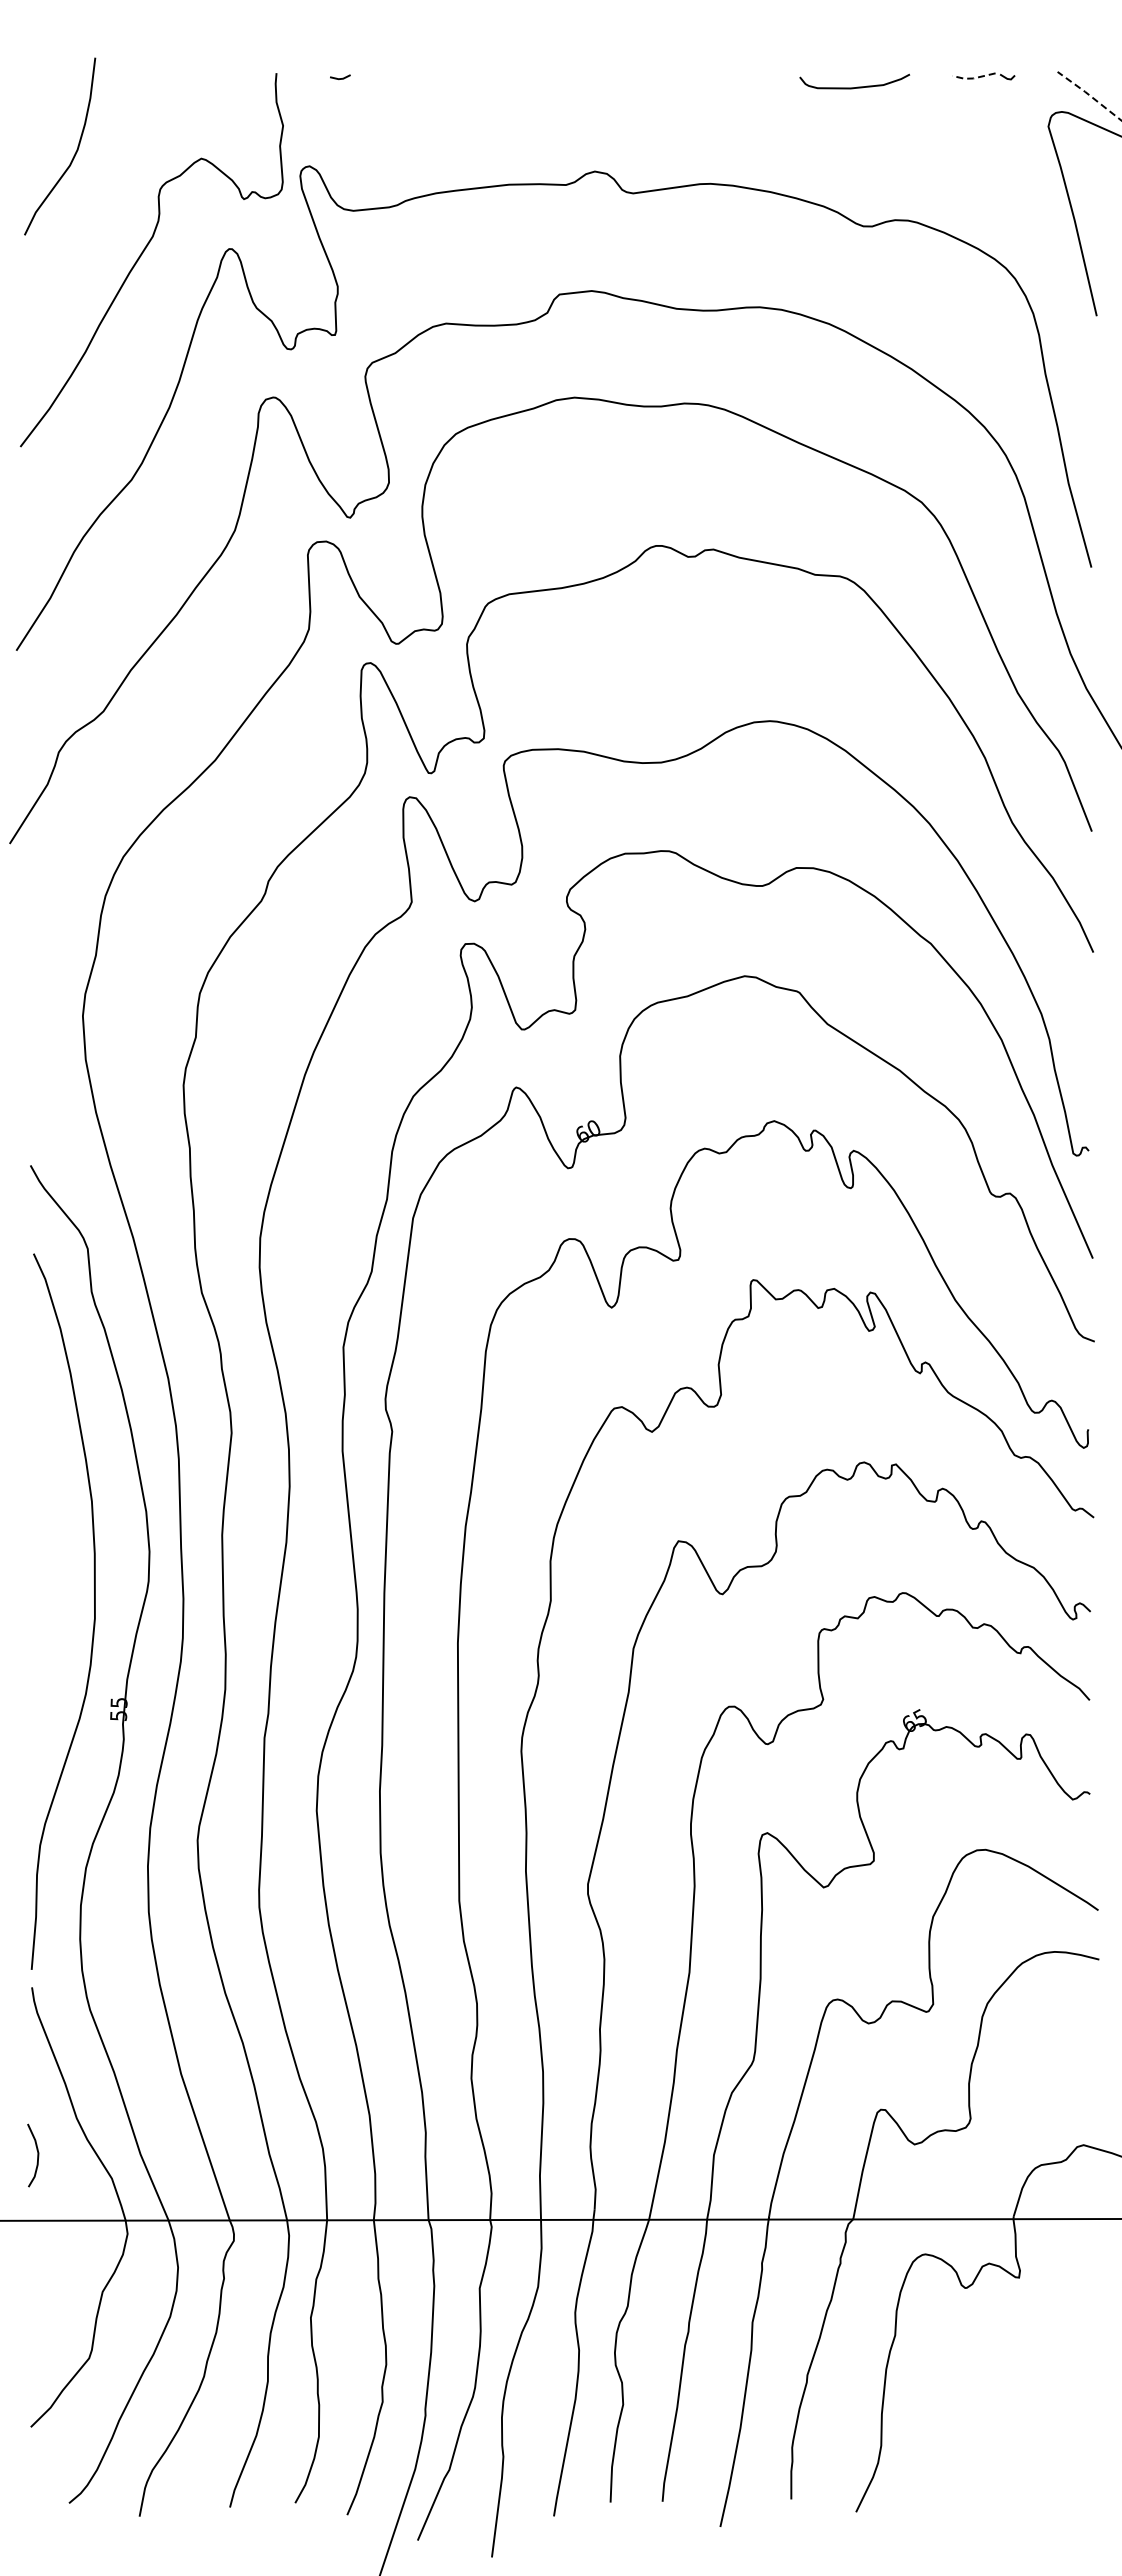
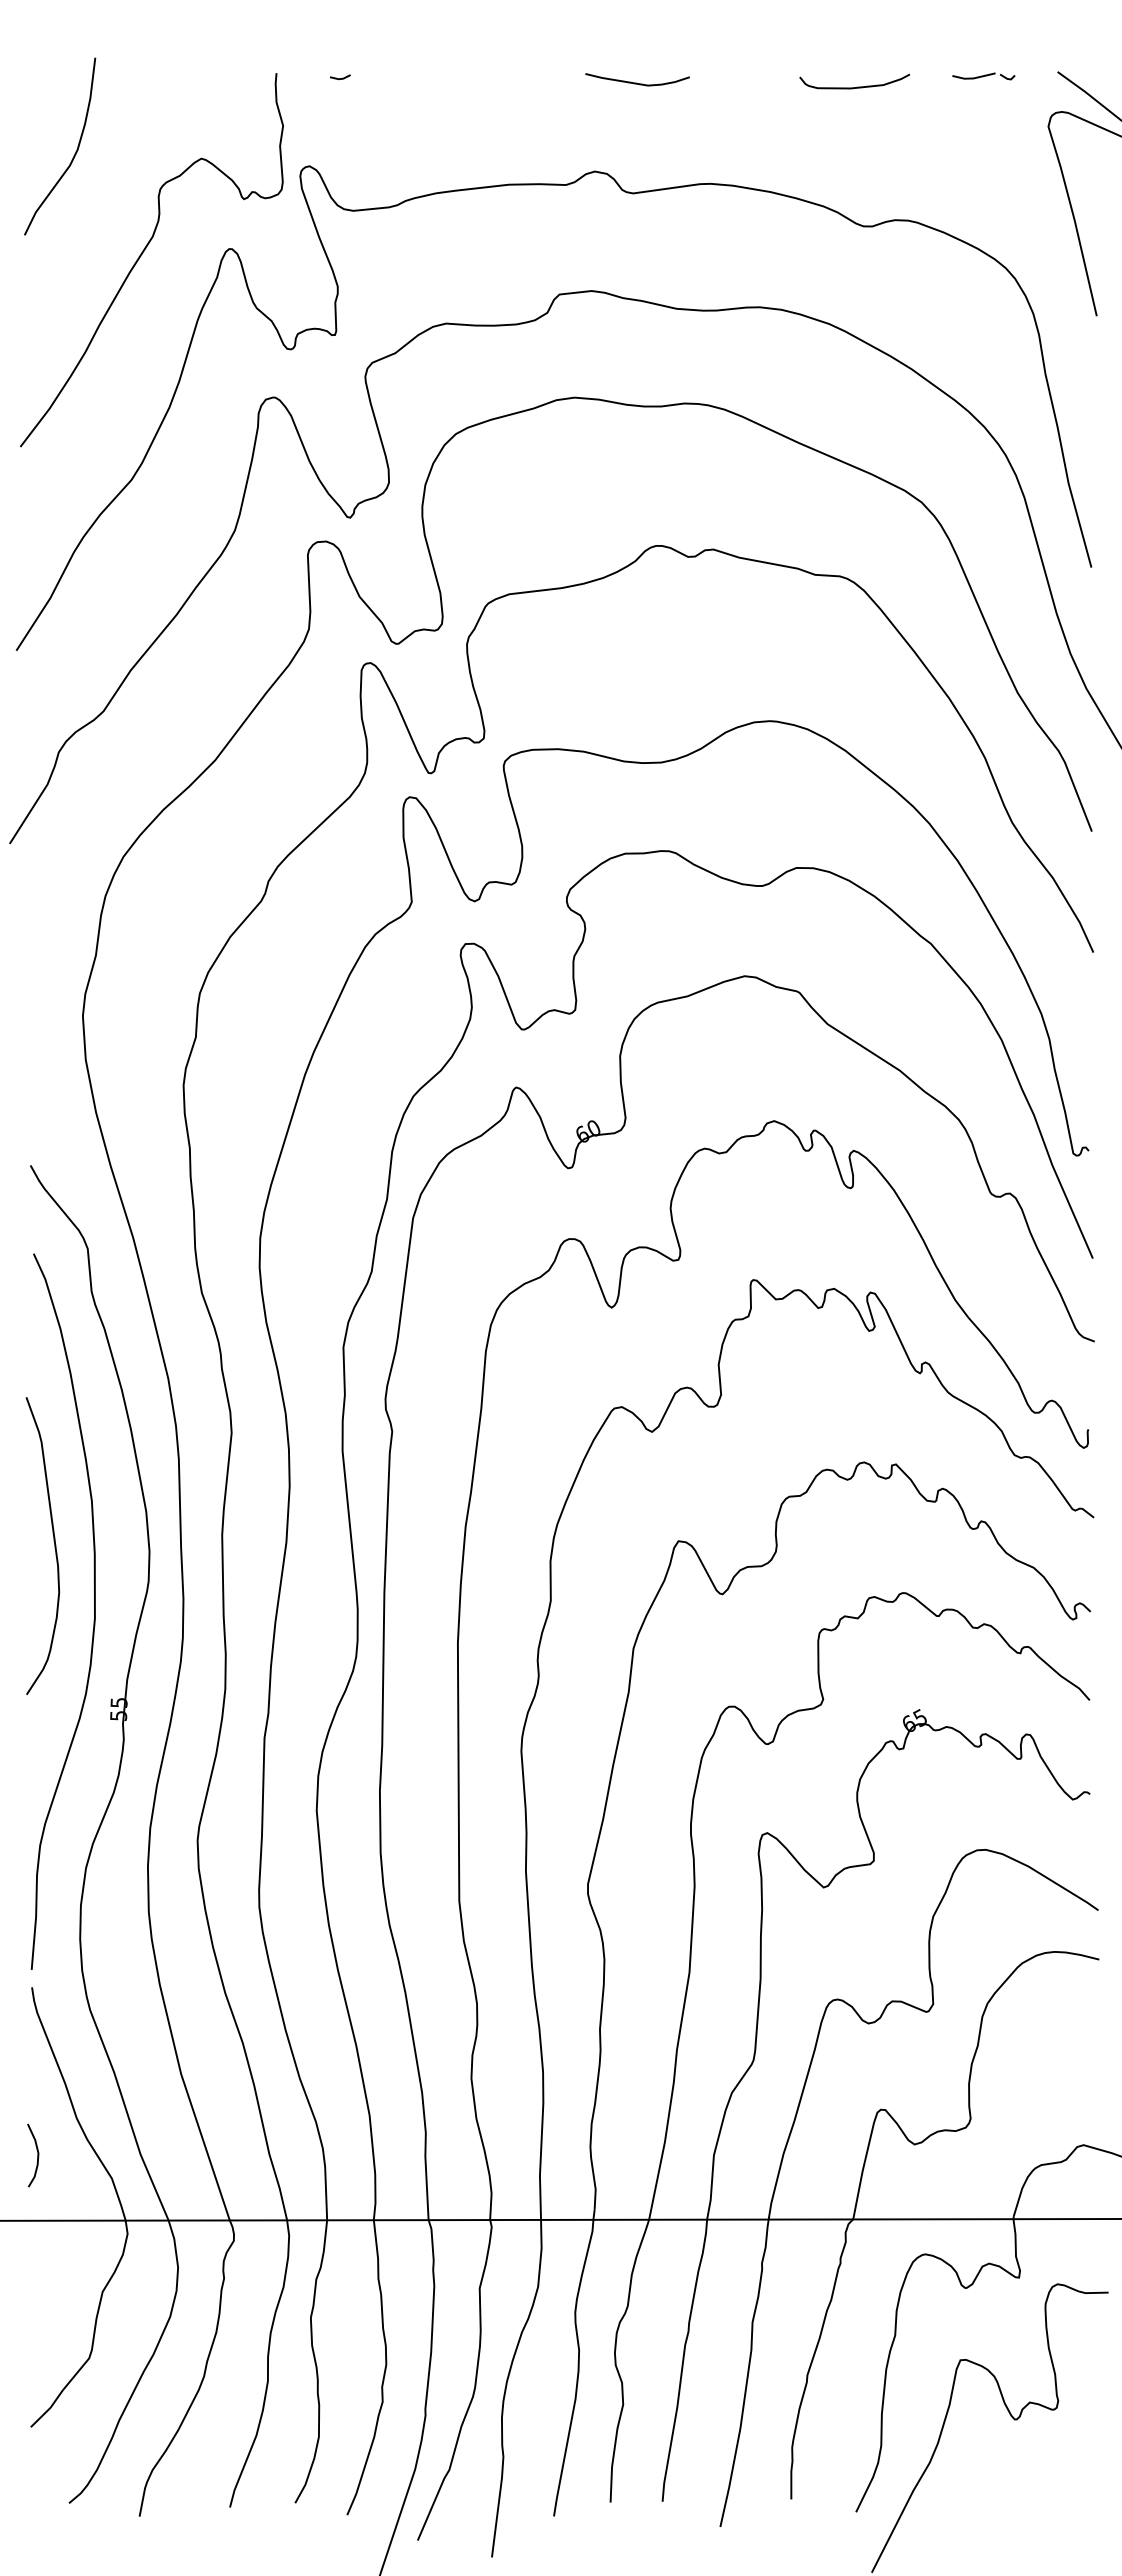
line at (973, 78): dashed -> solid
curve at (637, 82): none -> present
line at (1089, 95): dashed -> solid
curve at (53, 1541): none -> present
curve at (1010, 2416): none -> present
